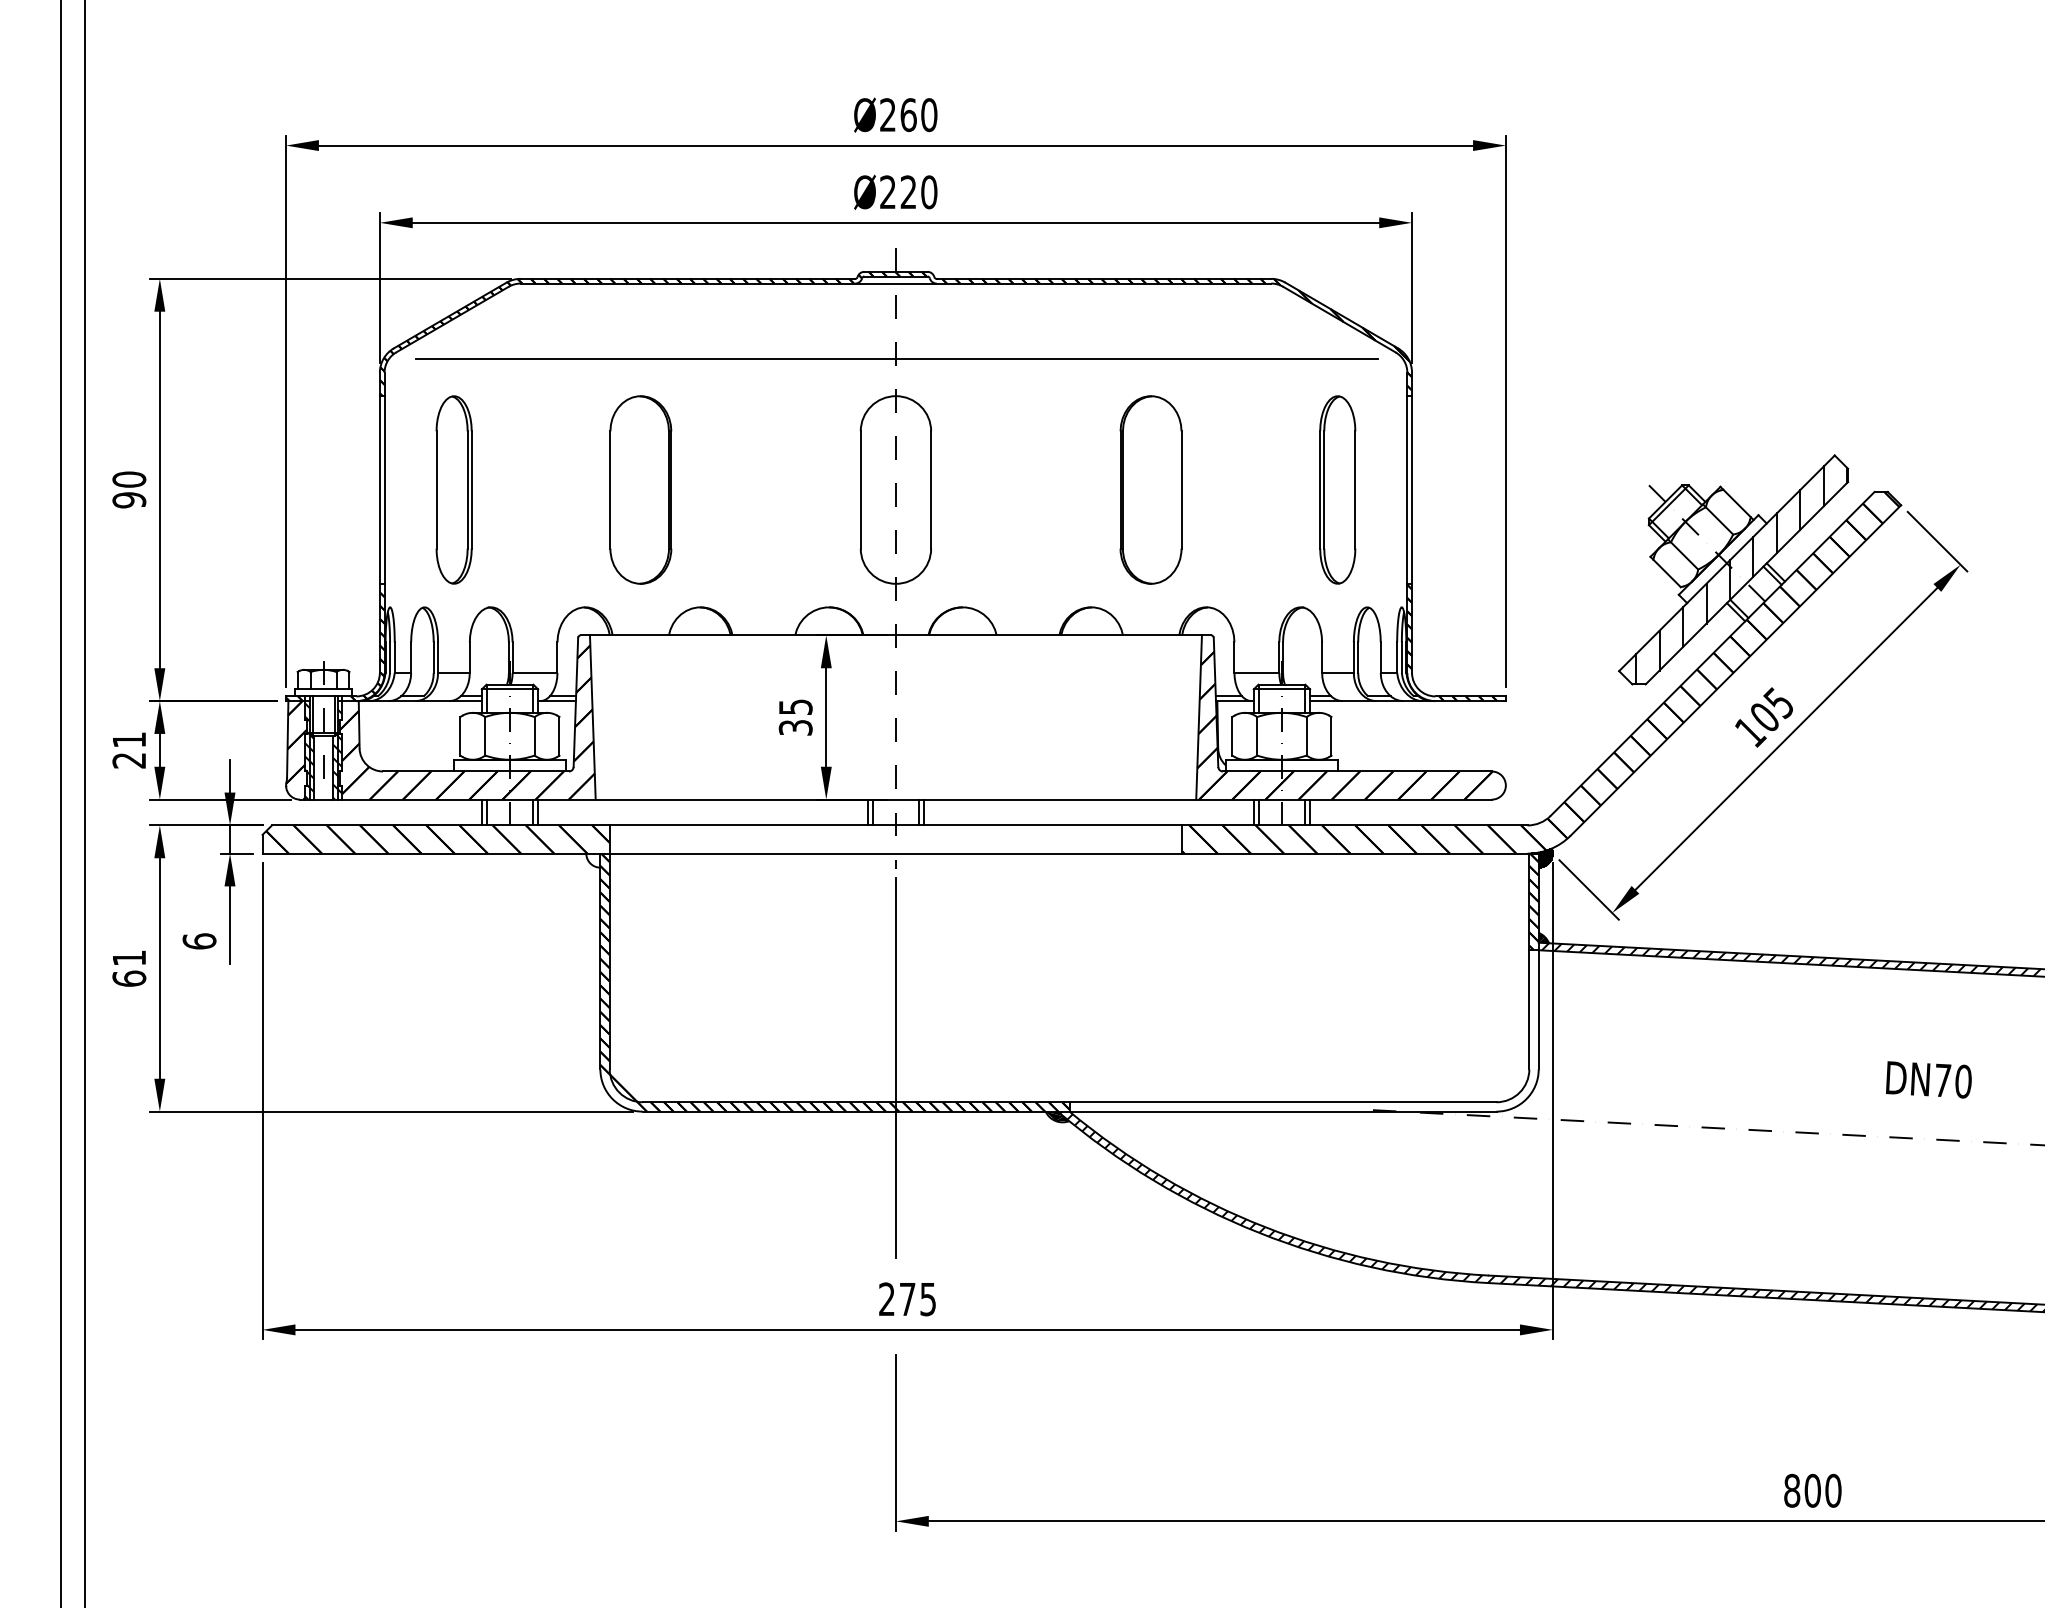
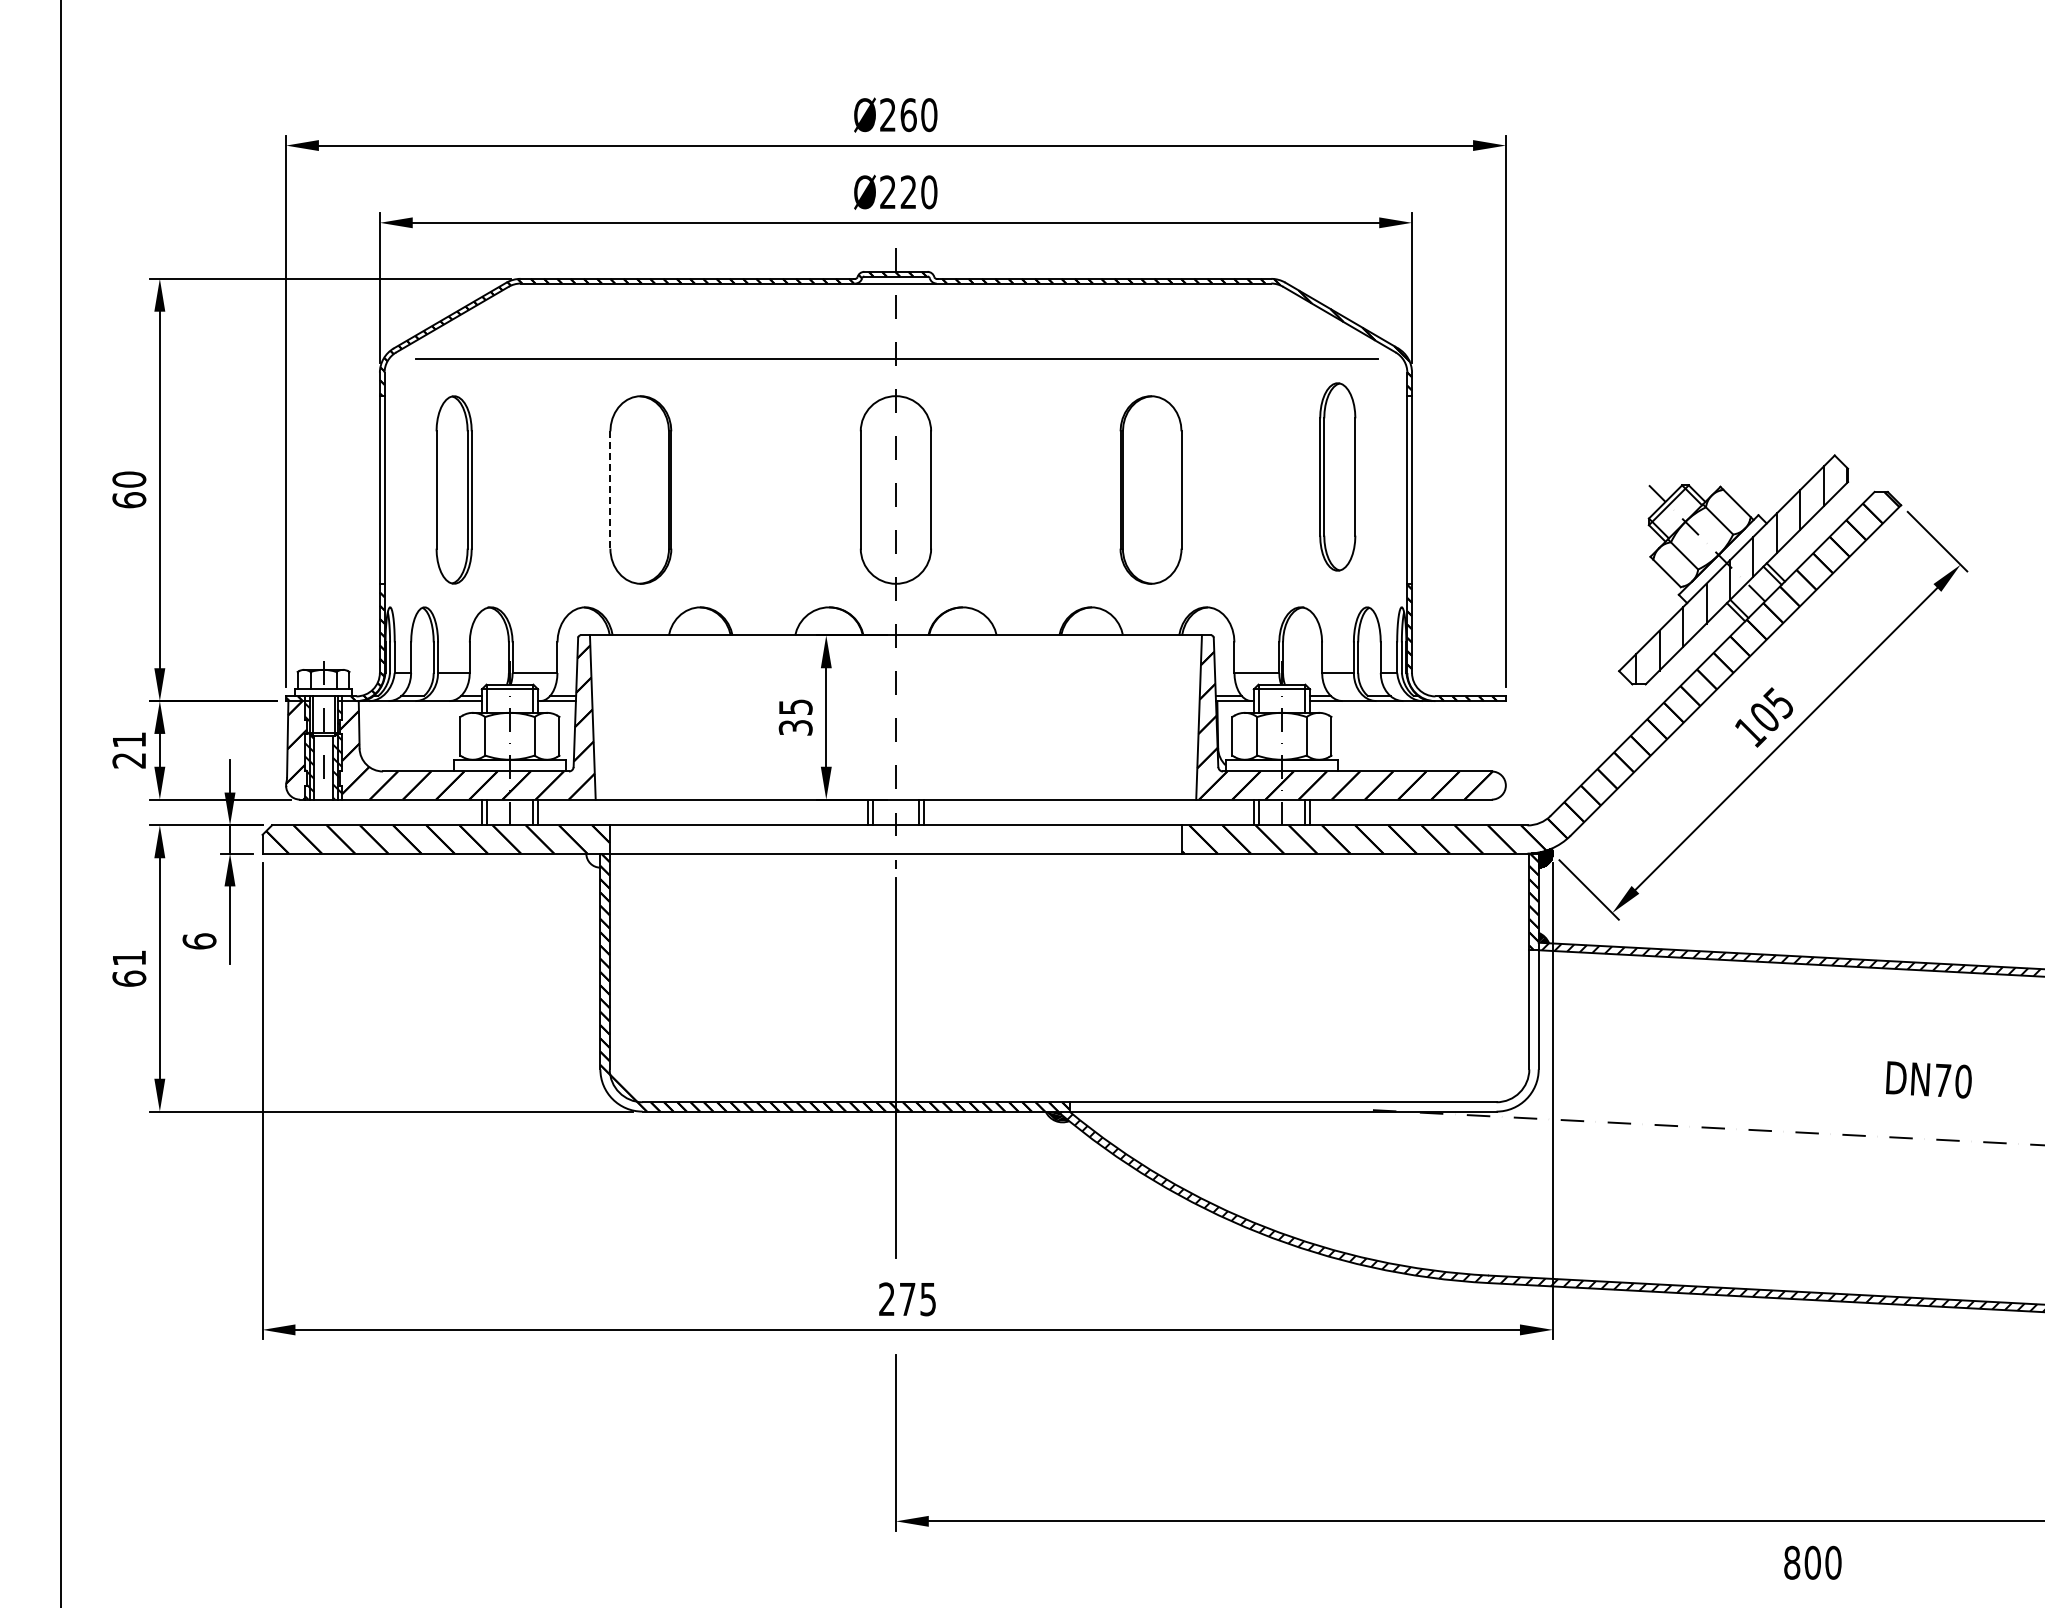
part at (1337, 489) position: (1337, 489) -> (1337, 476)
line at (610, 490): solid -> dashed
text at (129, 500): 90 -> 60
line at (84, 803): present -> none
text at (1812, 1490) position: (1812, 1490) -> (1812, 1562)
